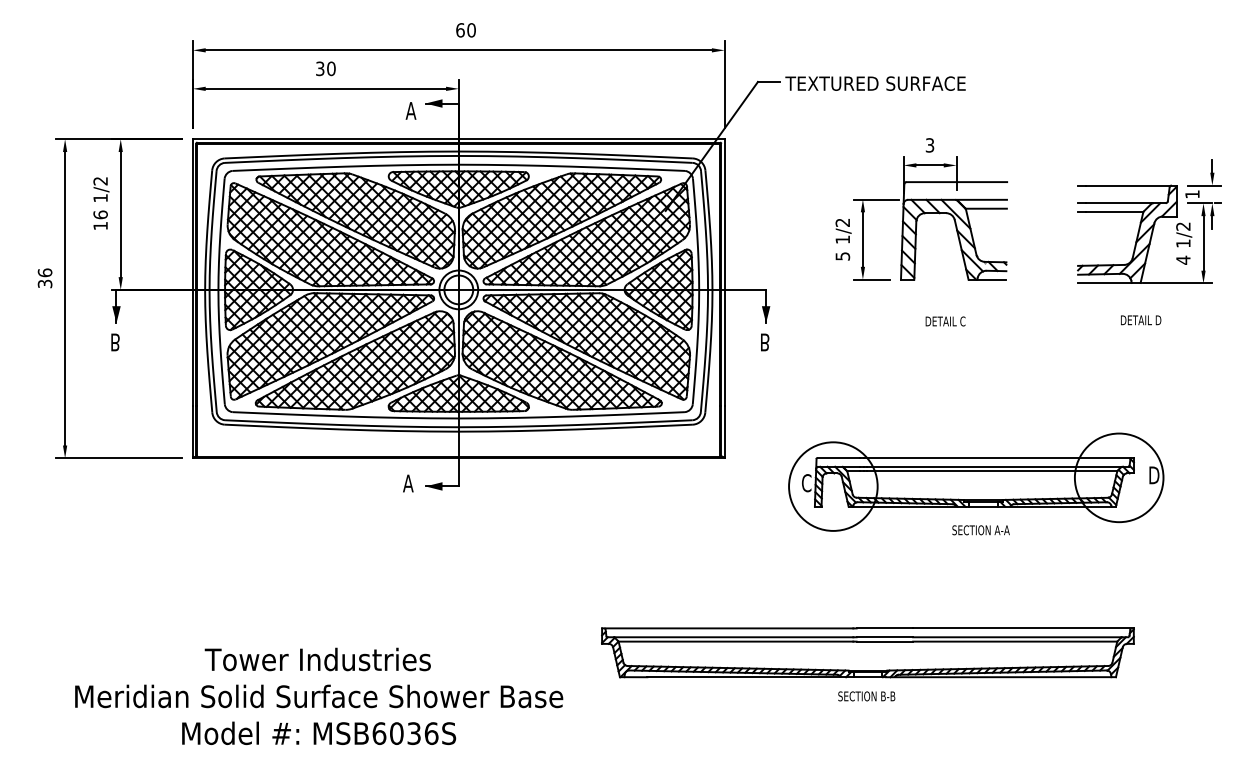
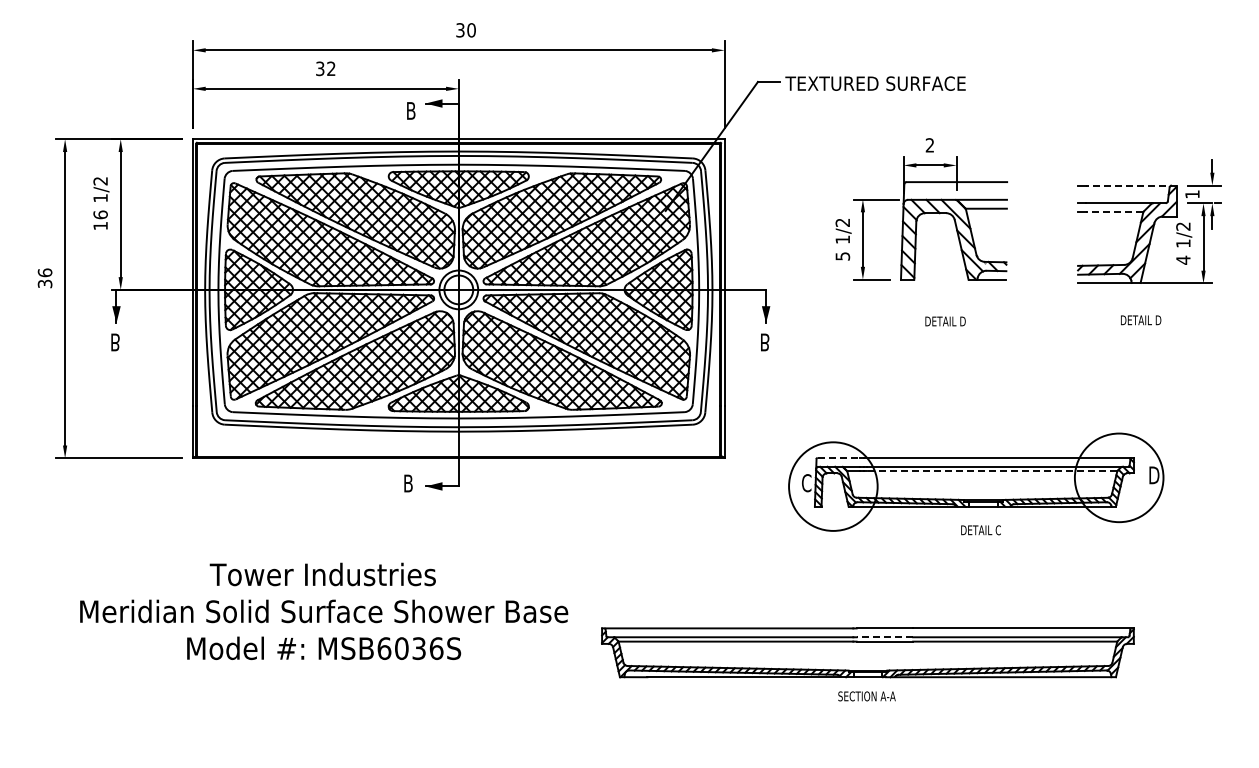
text at (460, 30): 60 -> 30
text at (331, 68): 30 -> 32
text at (410, 110): A -> B
text at (929, 145): 3 -> 2
line at (1130, 185): solid -> dashed
line at (1114, 211): solid -> dashed
text at (945, 321): DETAIL C -> DETAIL D
line at (839, 457): solid -> dashed
line at (991, 471): solid -> dashed
text at (408, 483): A -> B
text at (980, 530): SECTION A-A -> DETAIL C
line at (884, 637): solid -> dashed
text at (319, 695) position: (319, 695) -> (324, 610)
text at (887, 696): SECTION B-B -> SECTION A-A
